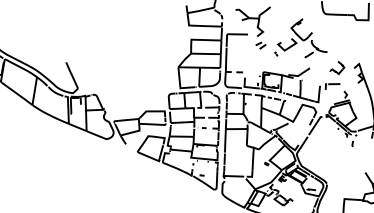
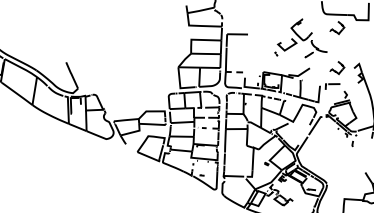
part at (252, 27): present -> none
part at (337, 28): none -> present
